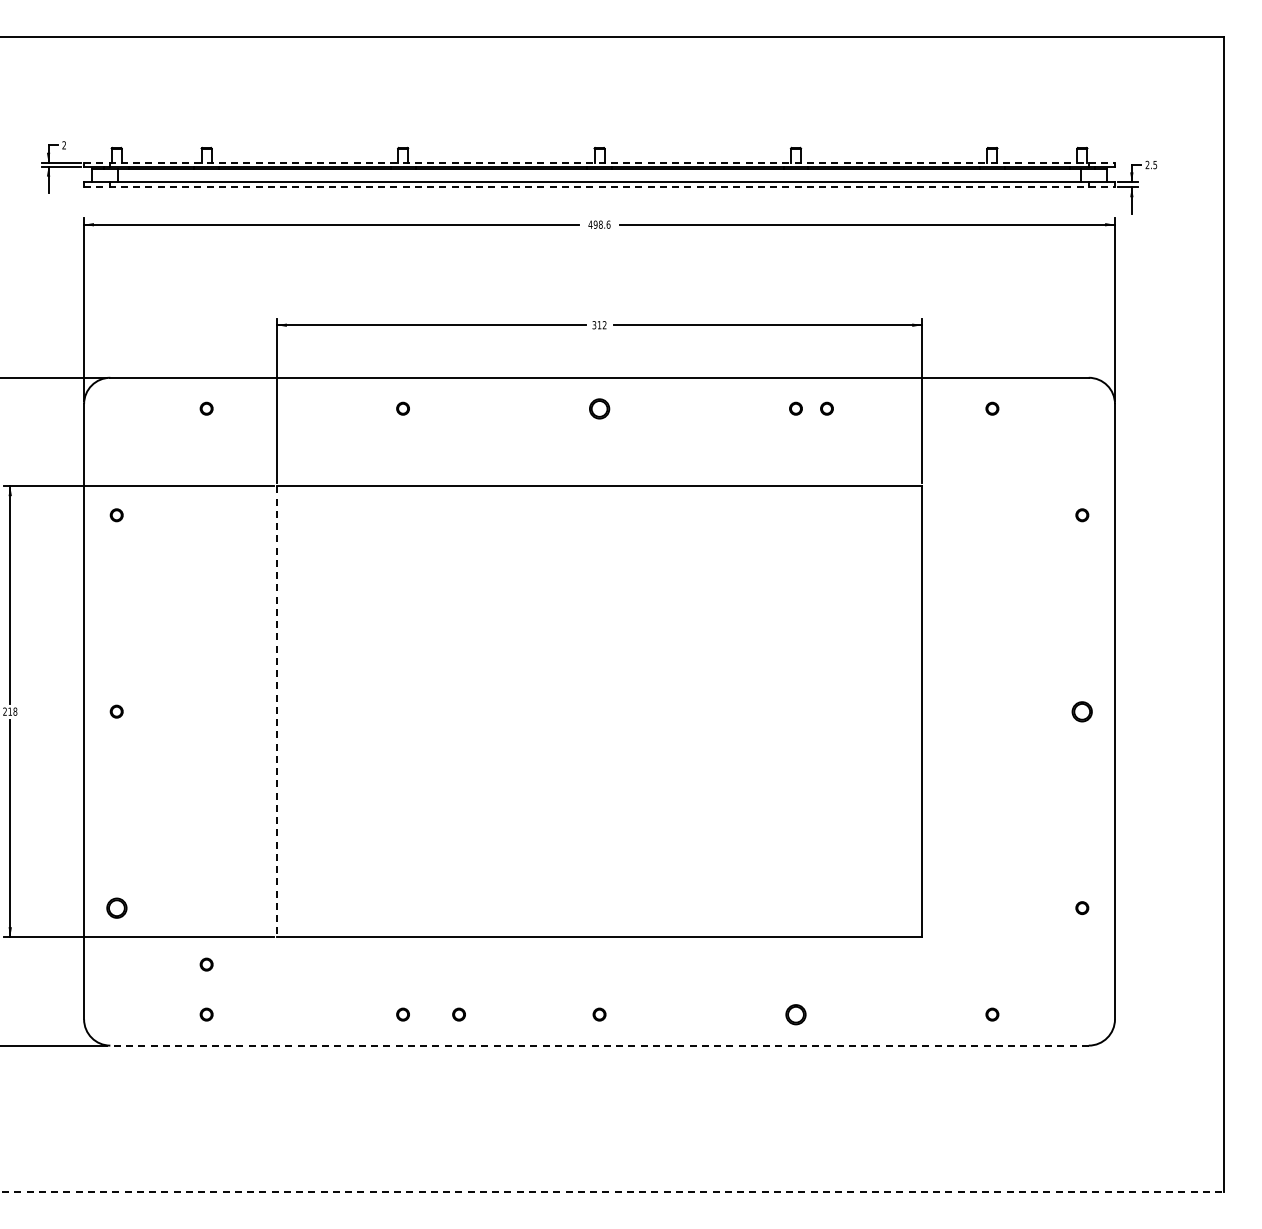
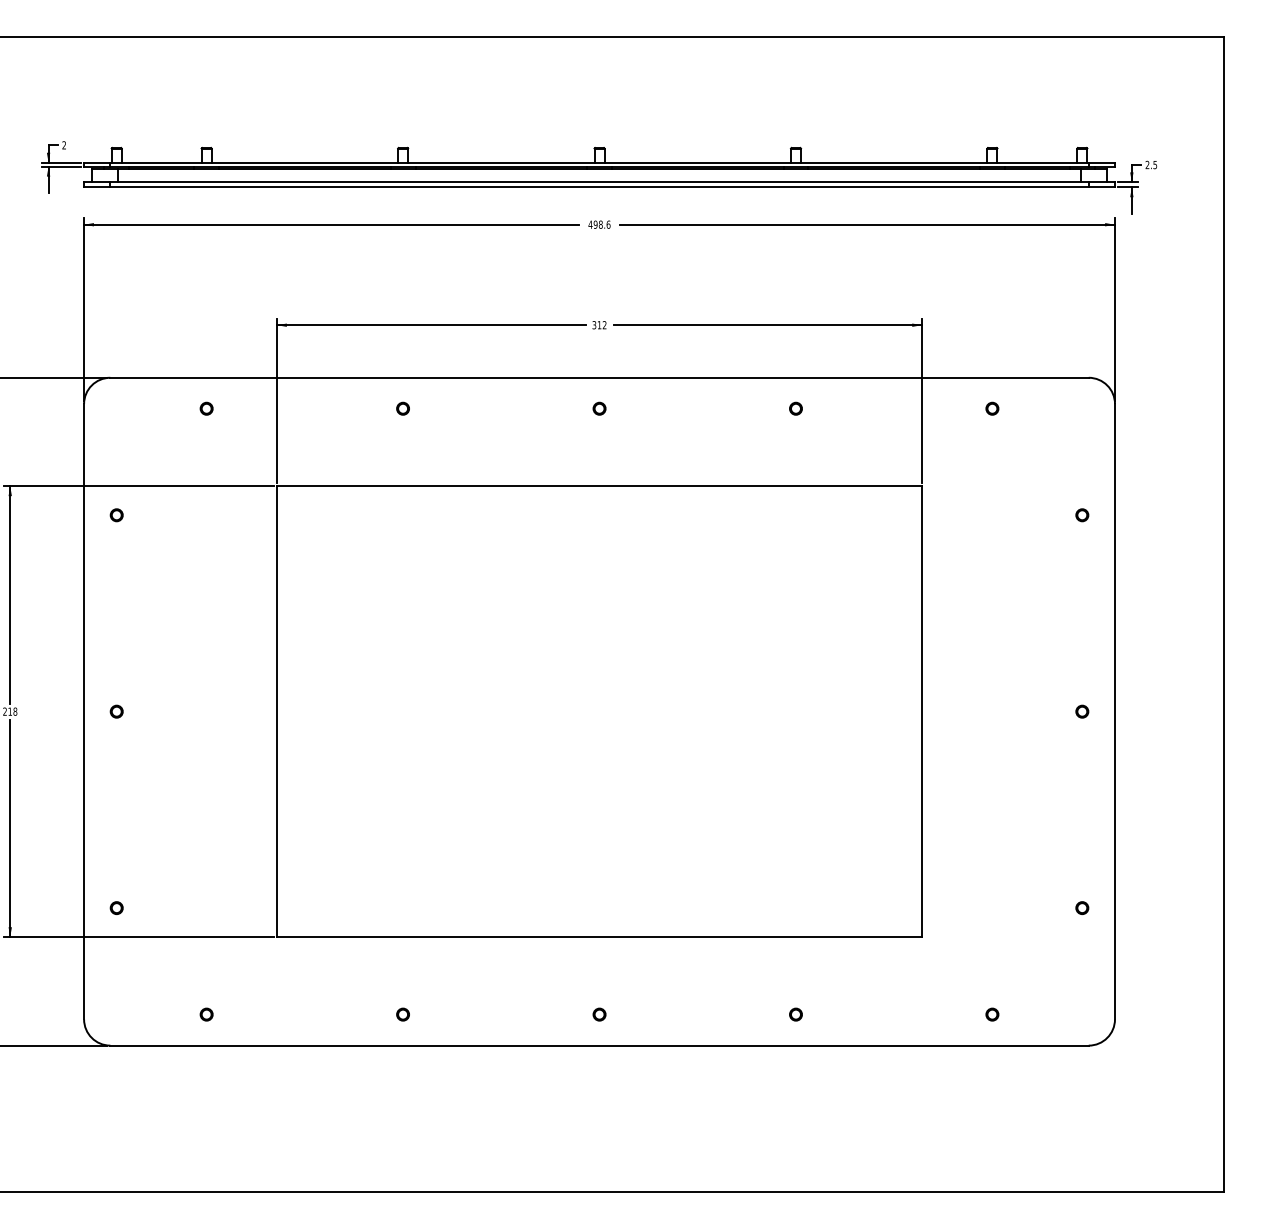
line at (600, 162): dashed -> solid
line at (600, 187): dashed -> solid
circle at (599, 408) size: 22x22 px -> 15x15 px
circle at (826, 408): present -> none
circle at (1081, 711) size: 22x22 px -> 15x15 px
line at (277, 712): dashed -> solid
circle at (116, 907) size: 22x22 px -> 15x14 px
circle at (206, 964): present -> none
circle at (458, 1014): present -> none
circle at (795, 1014) size: 22x22 px -> 14x15 px
line at (599, 1045): dashed -> solid
line at (612, 1192): dashed -> solid
